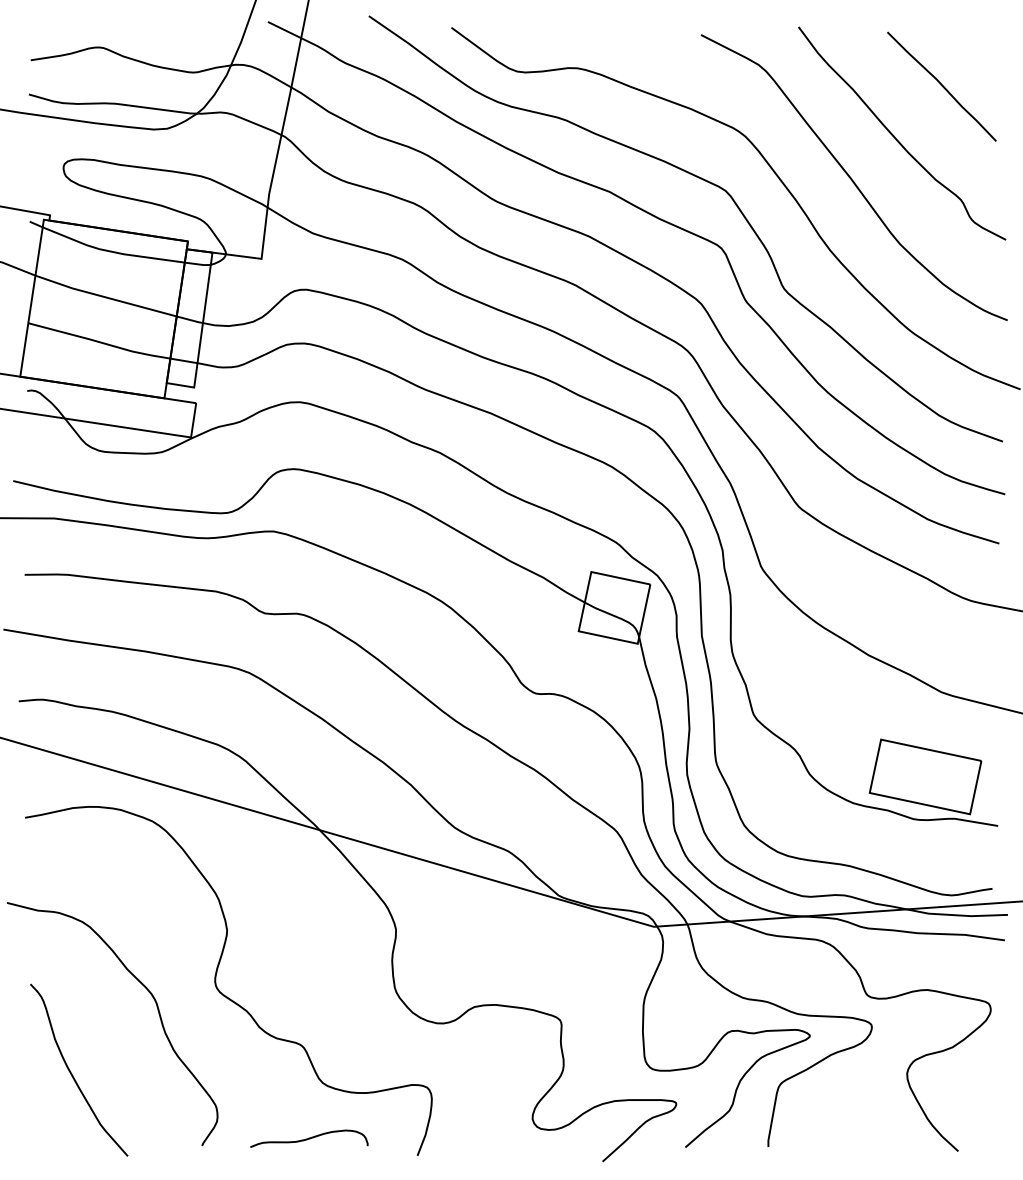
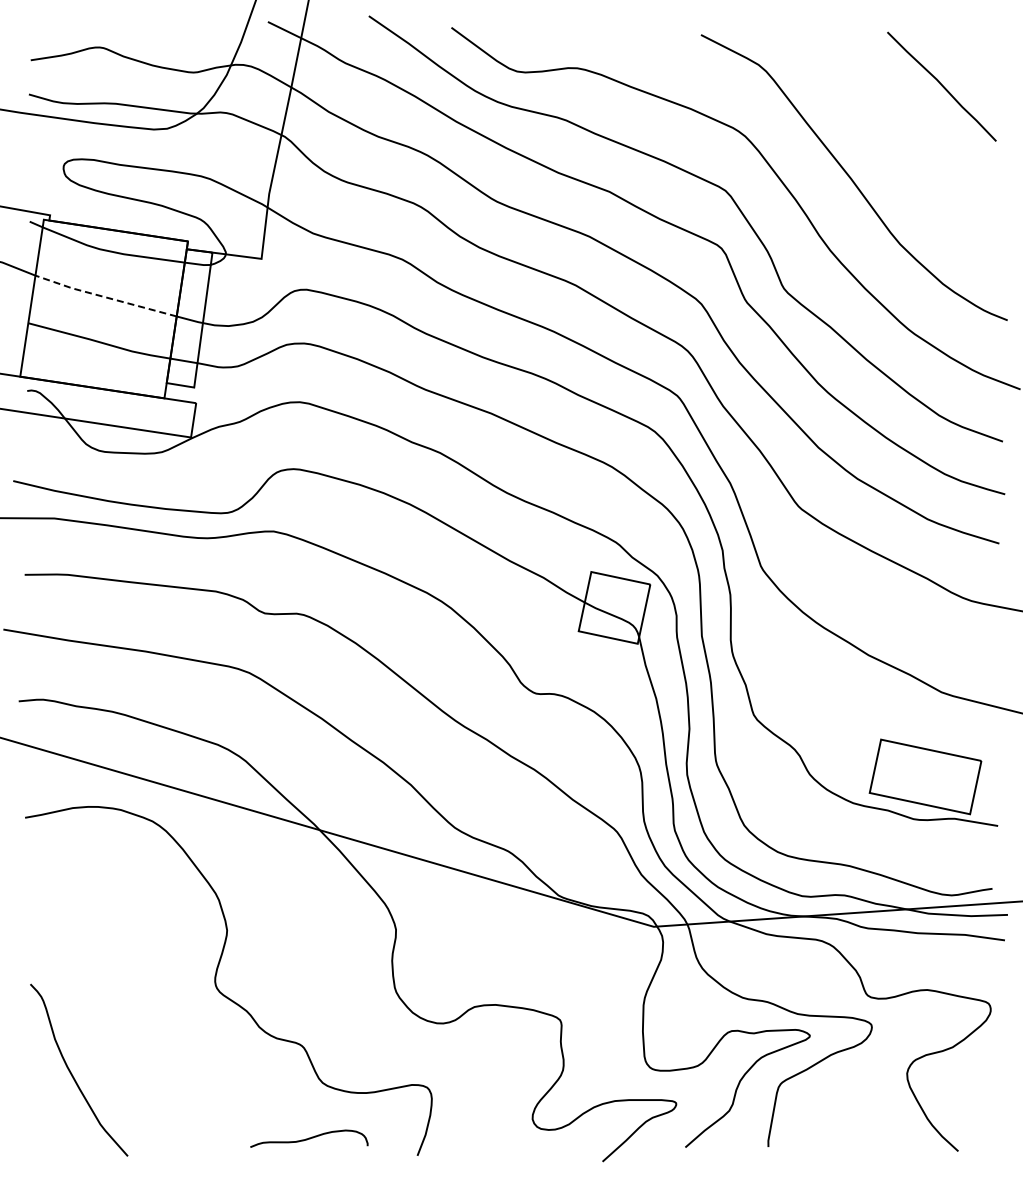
curve at (895, 136): present -> none
line at (104, 297): solid -> dashed
curve at (158, 1014): present -> none
